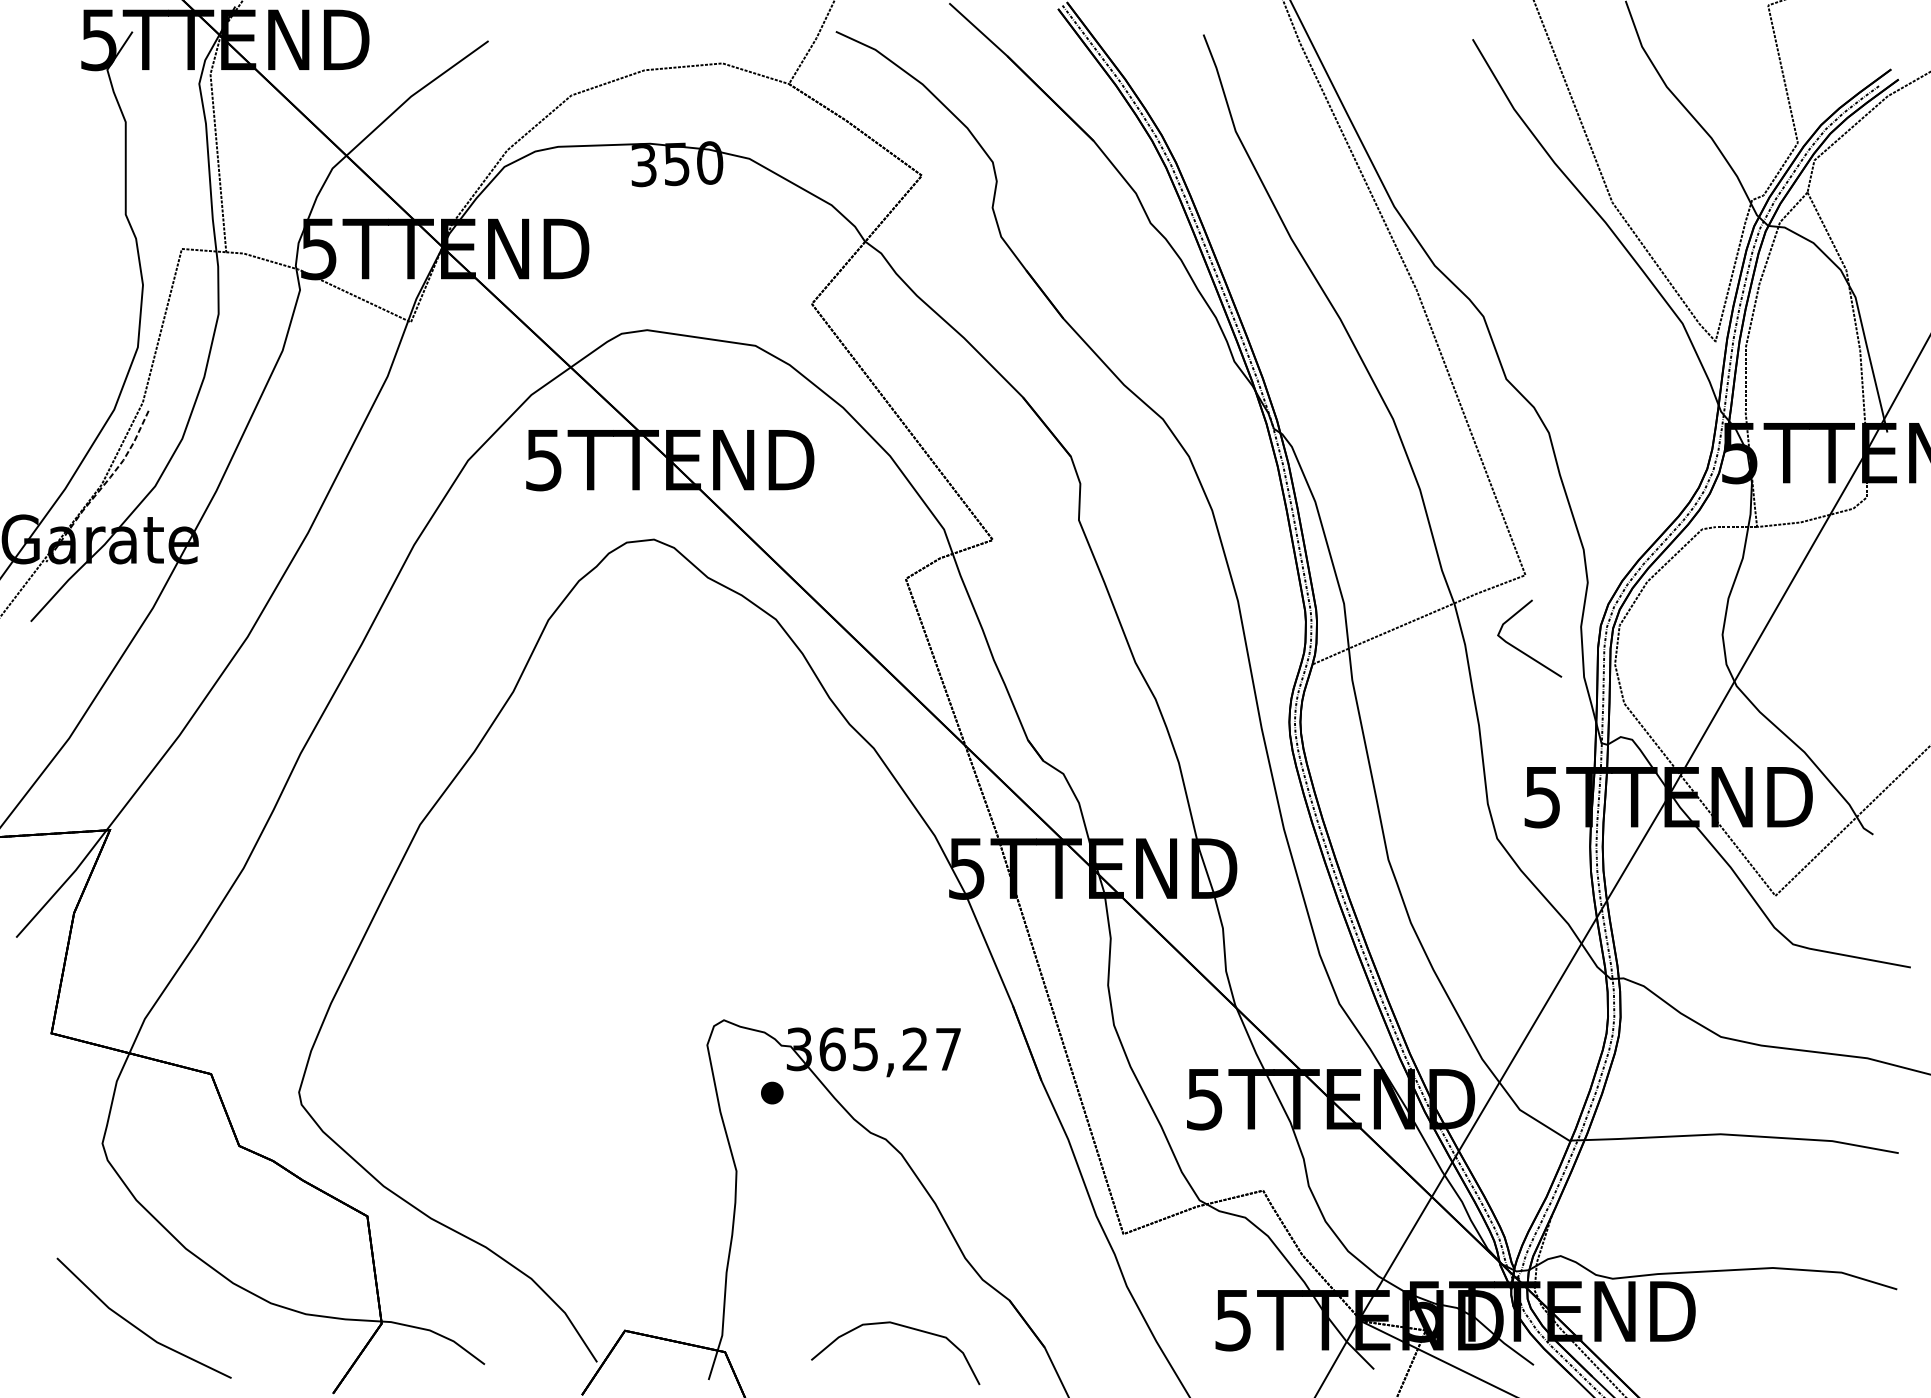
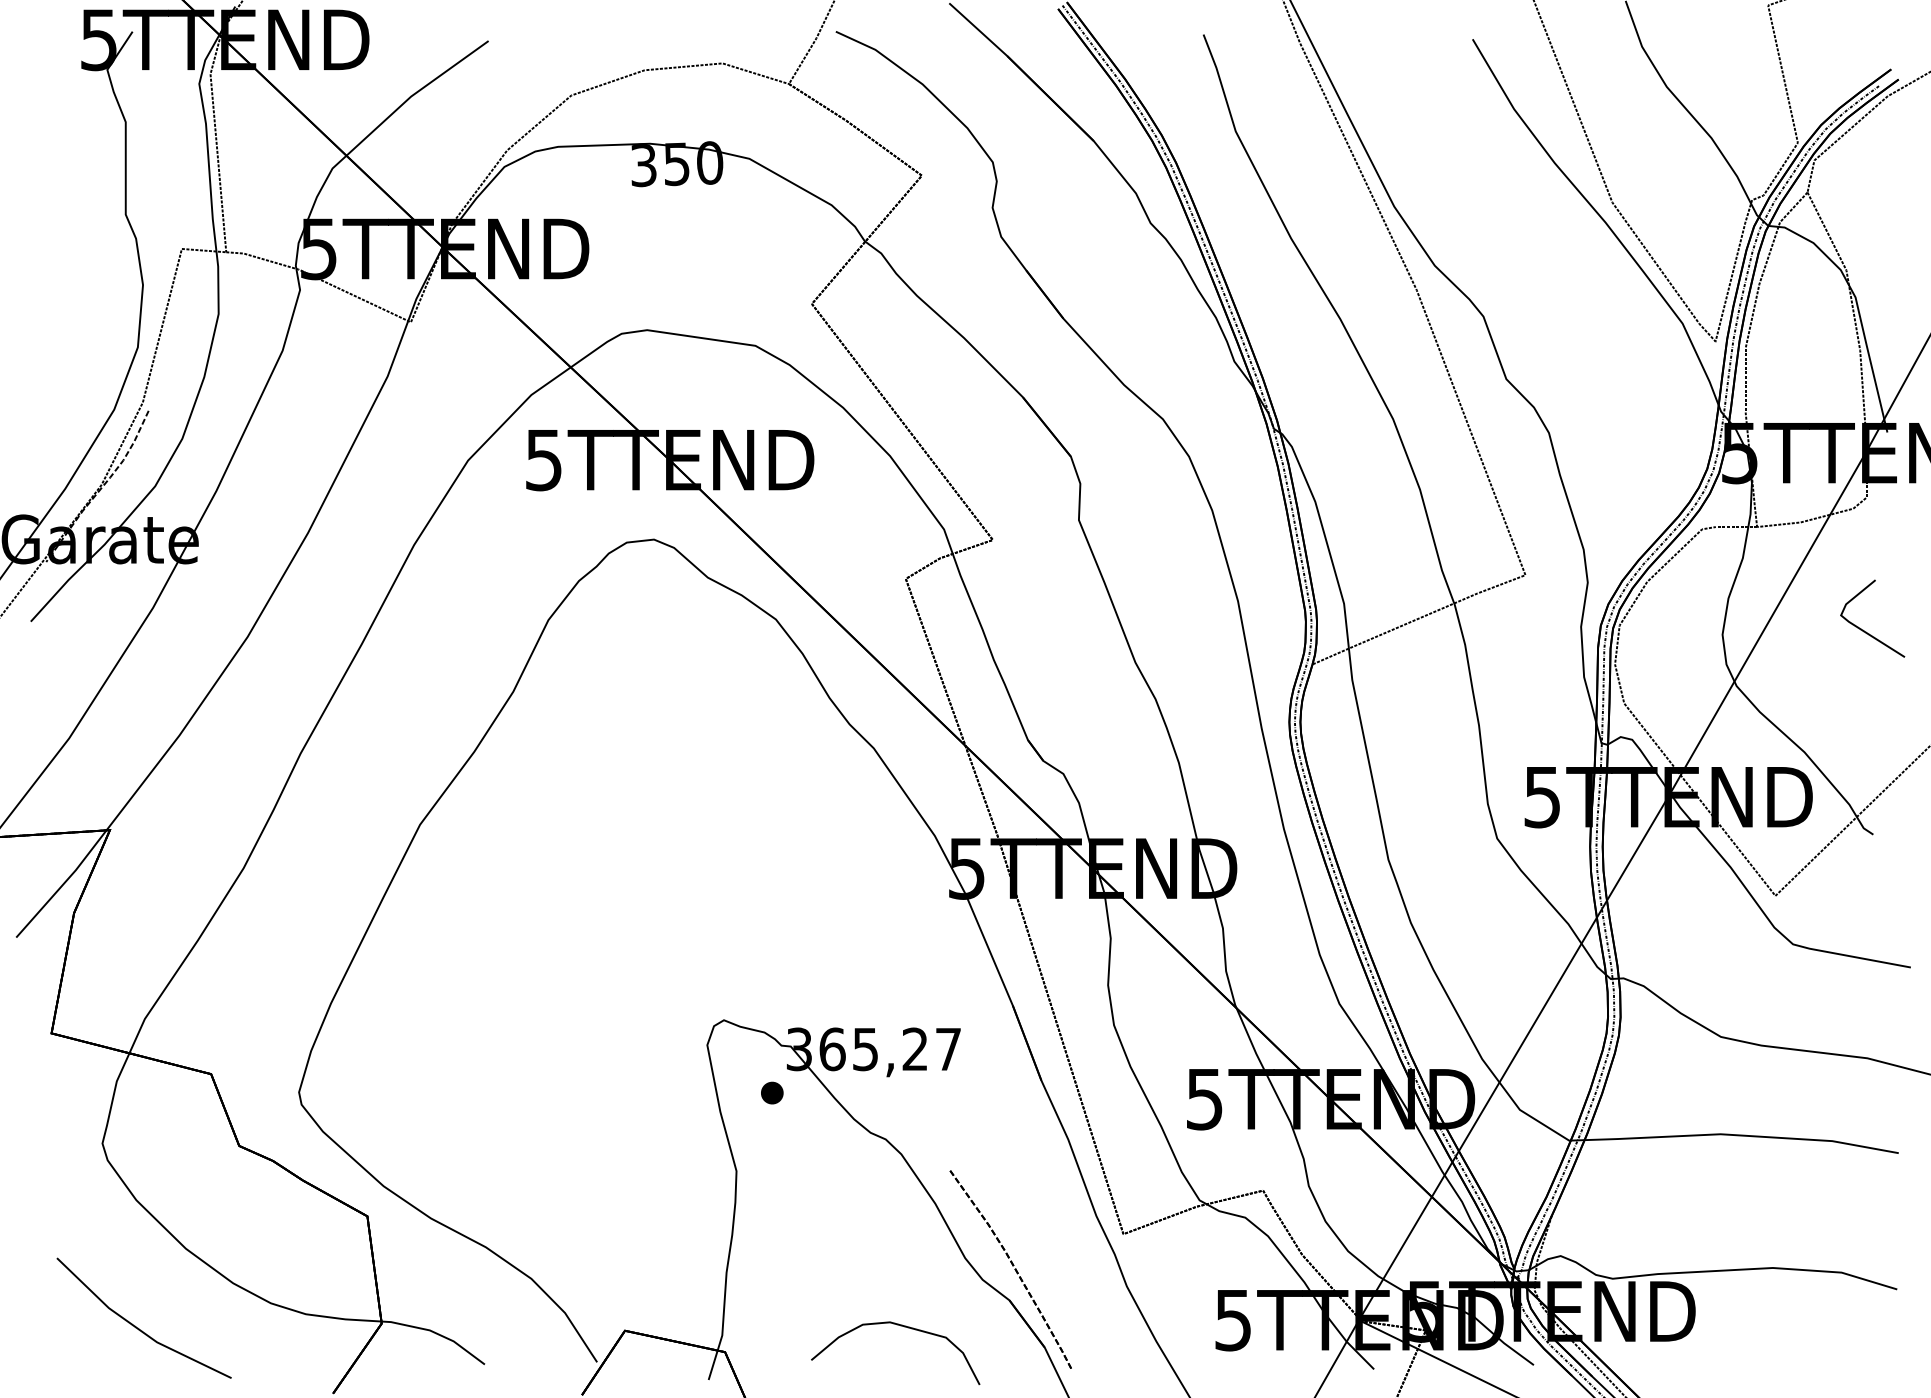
line at (1520, 649) position: (1520, 649) -> (1863, 629)
part at (1010, 1269): none -> present
